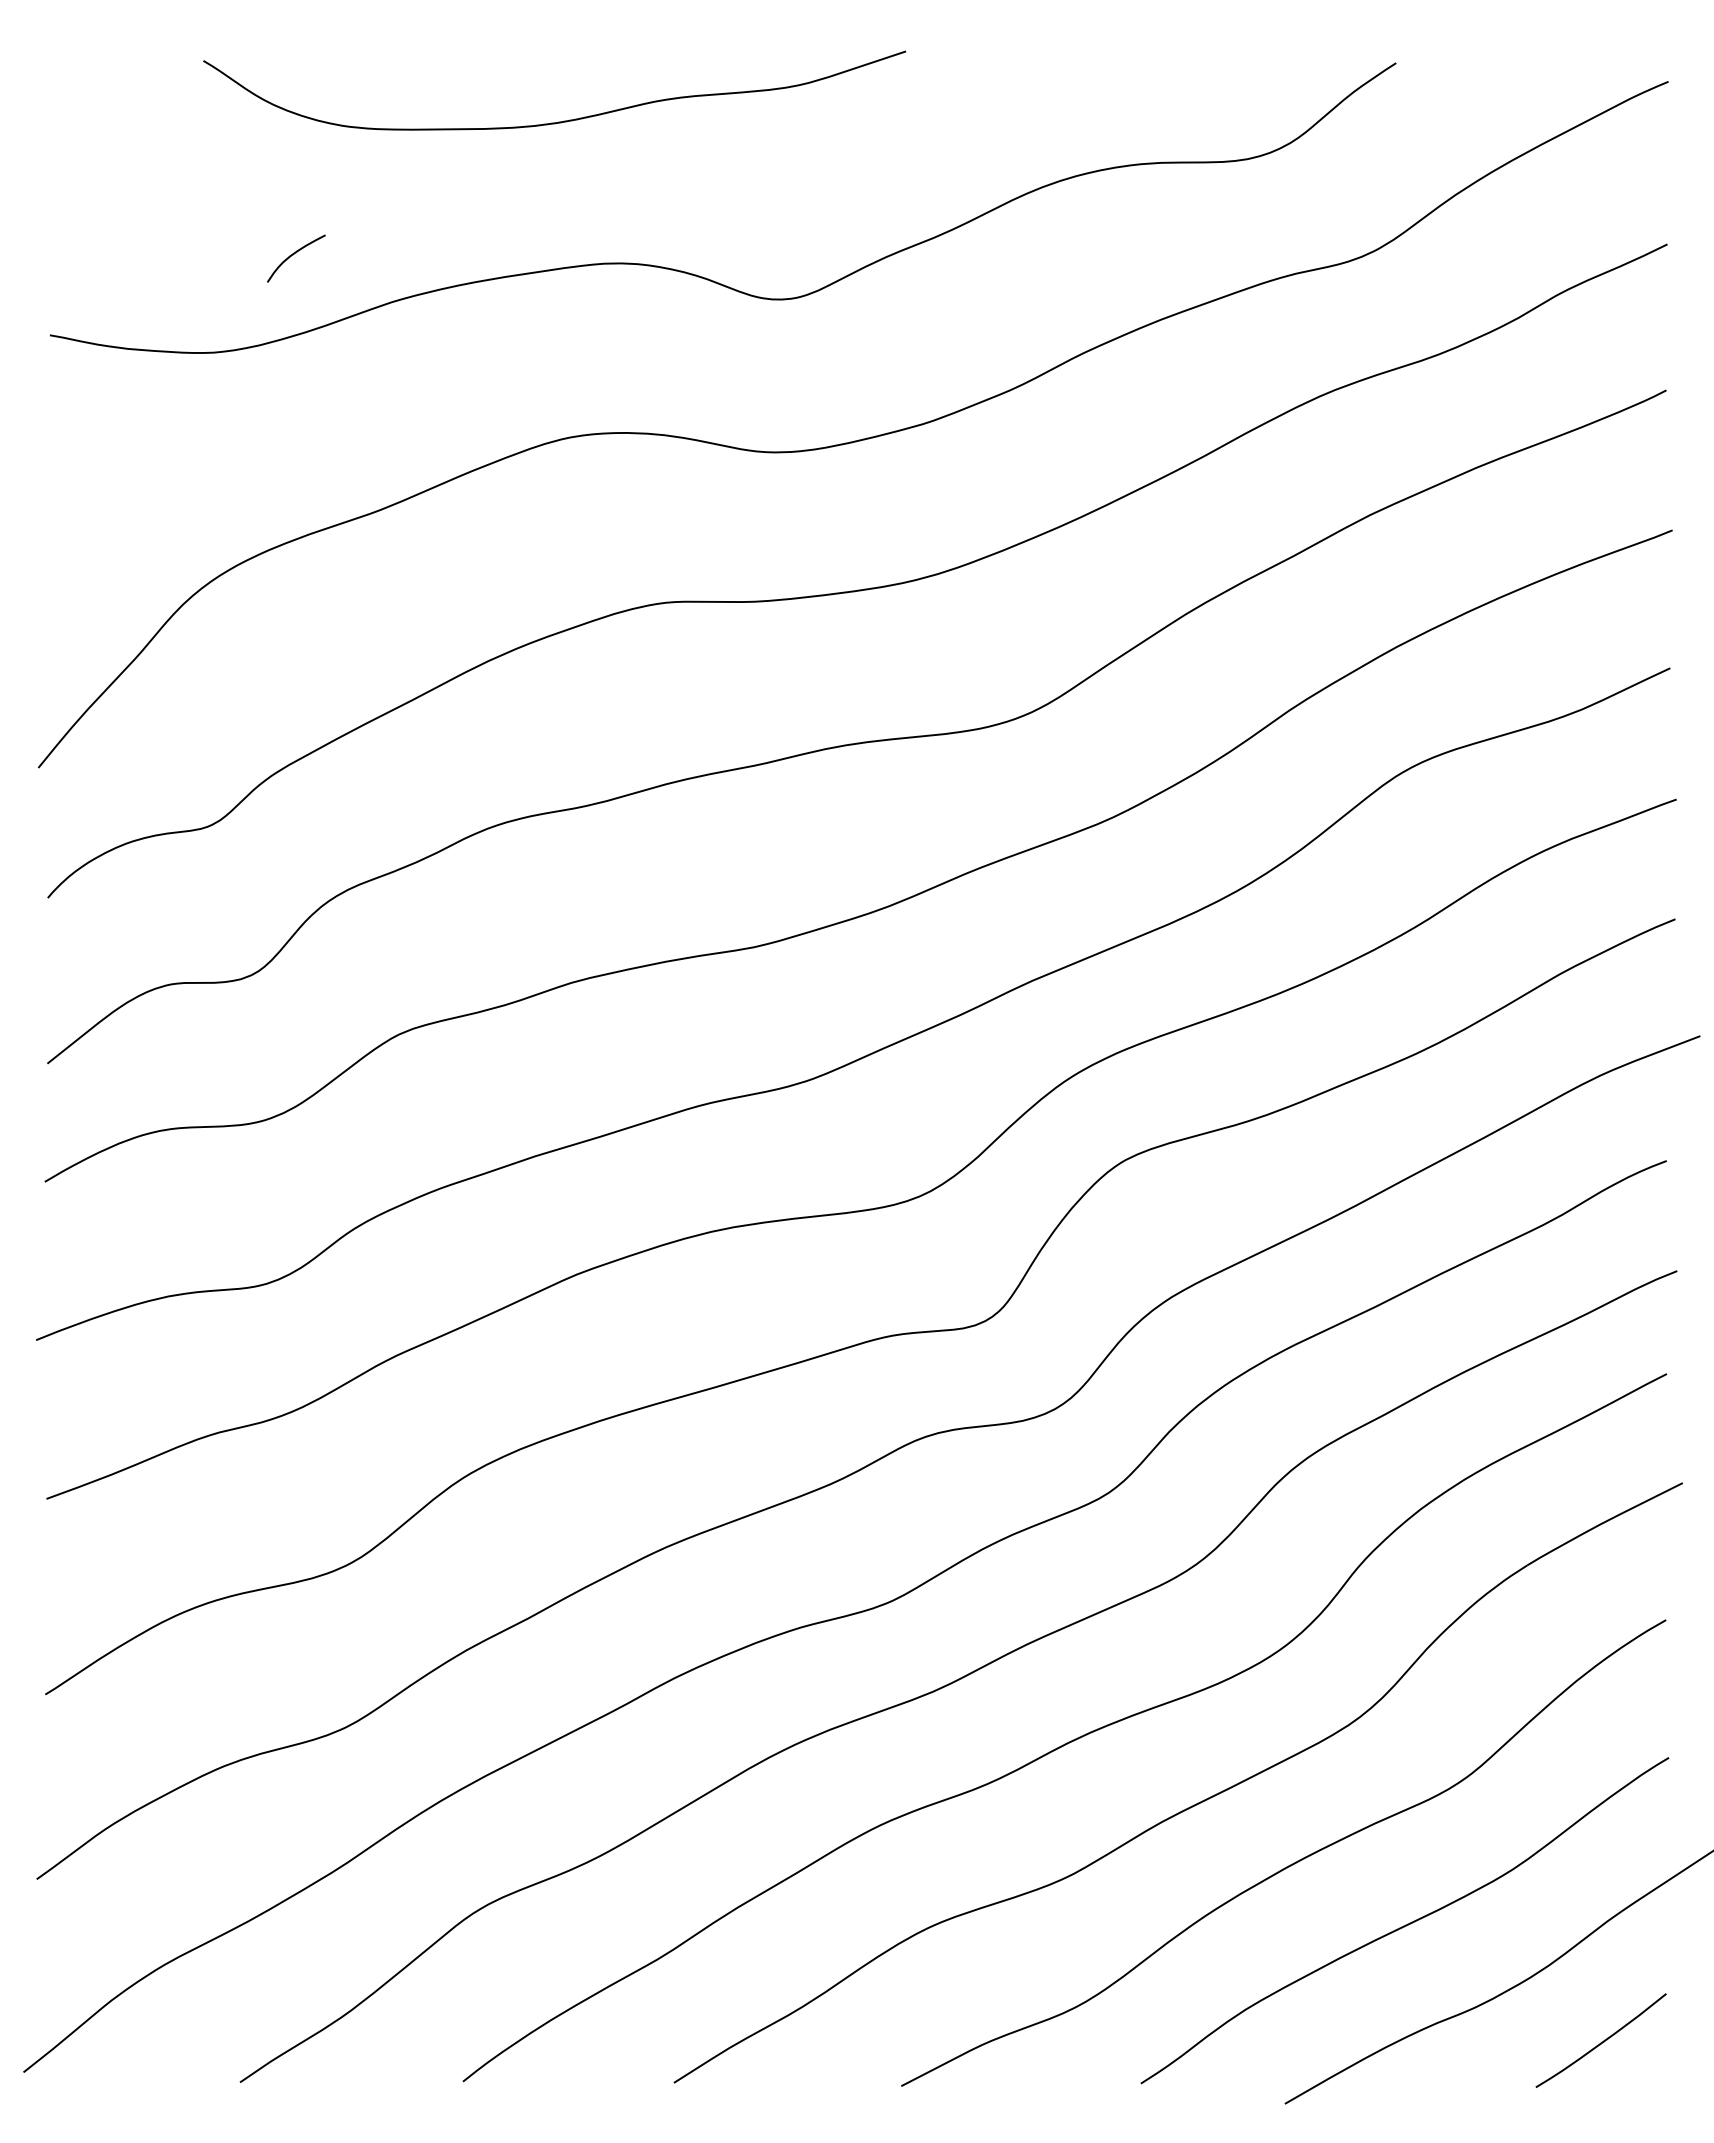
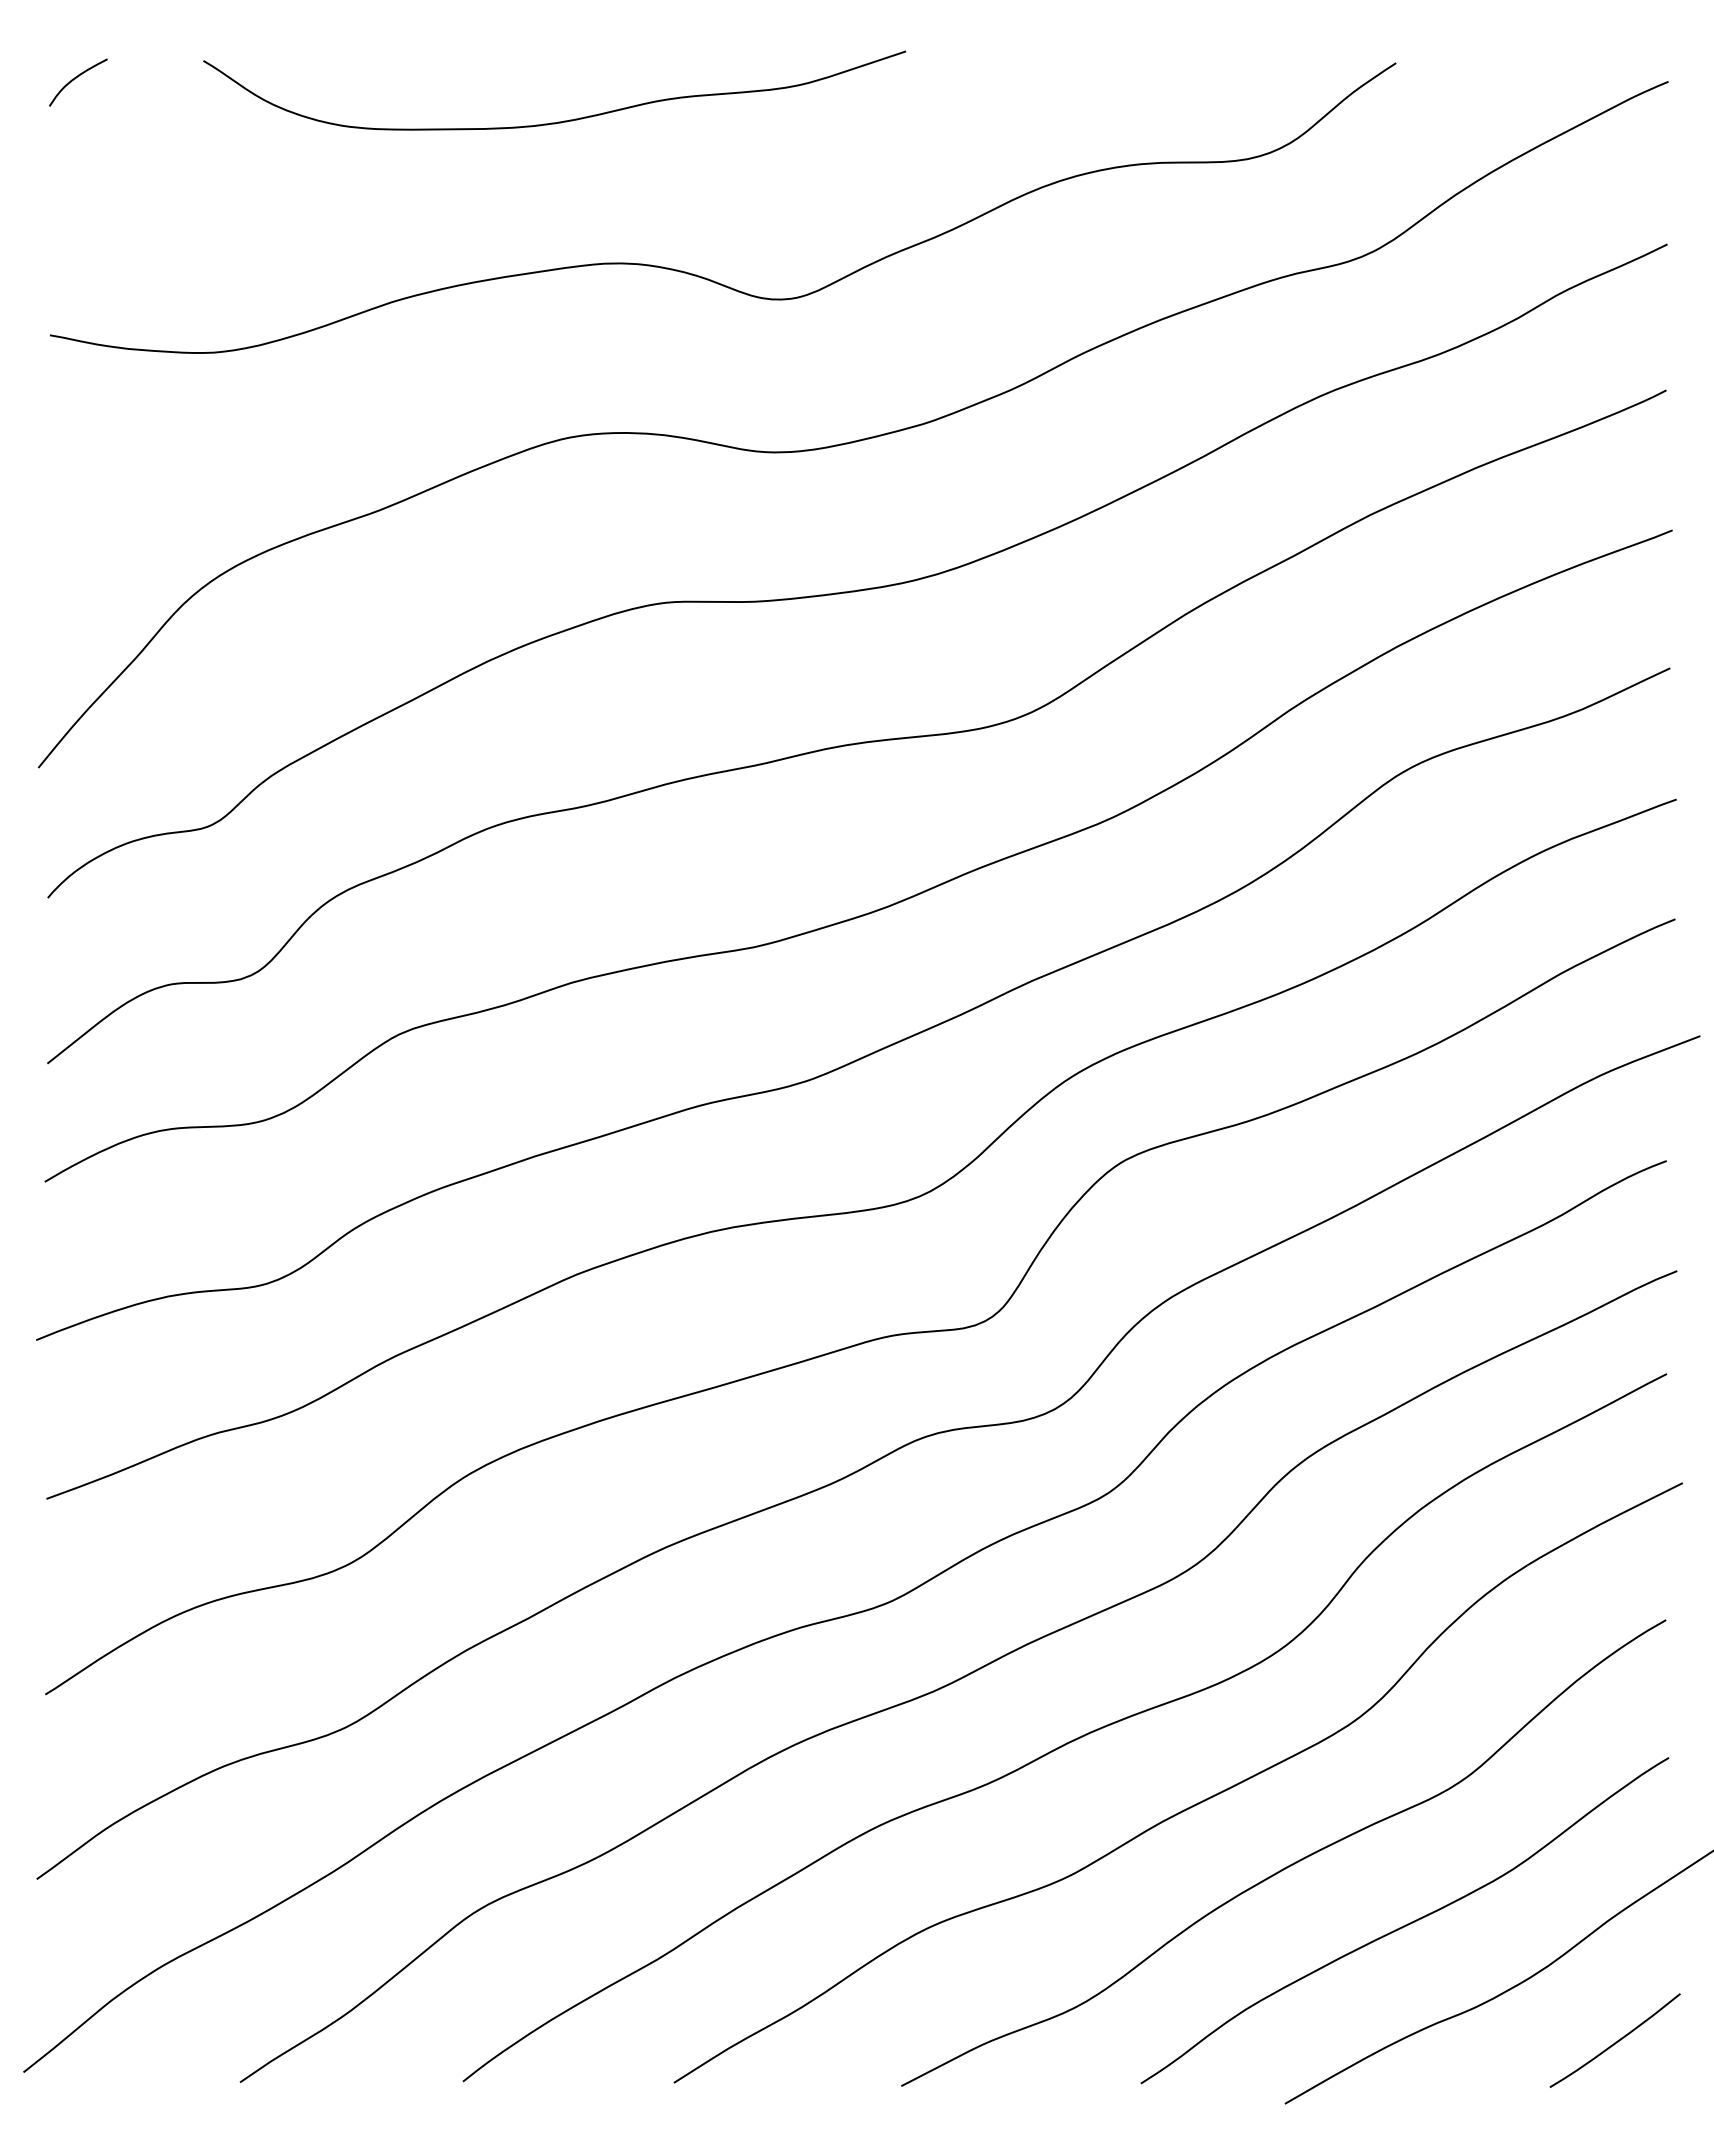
curve at (293, 255) position: (293, 255) -> (75, 79)
curve at (1600, 2042) position: (1600, 2042) -> (1614, 2042)
